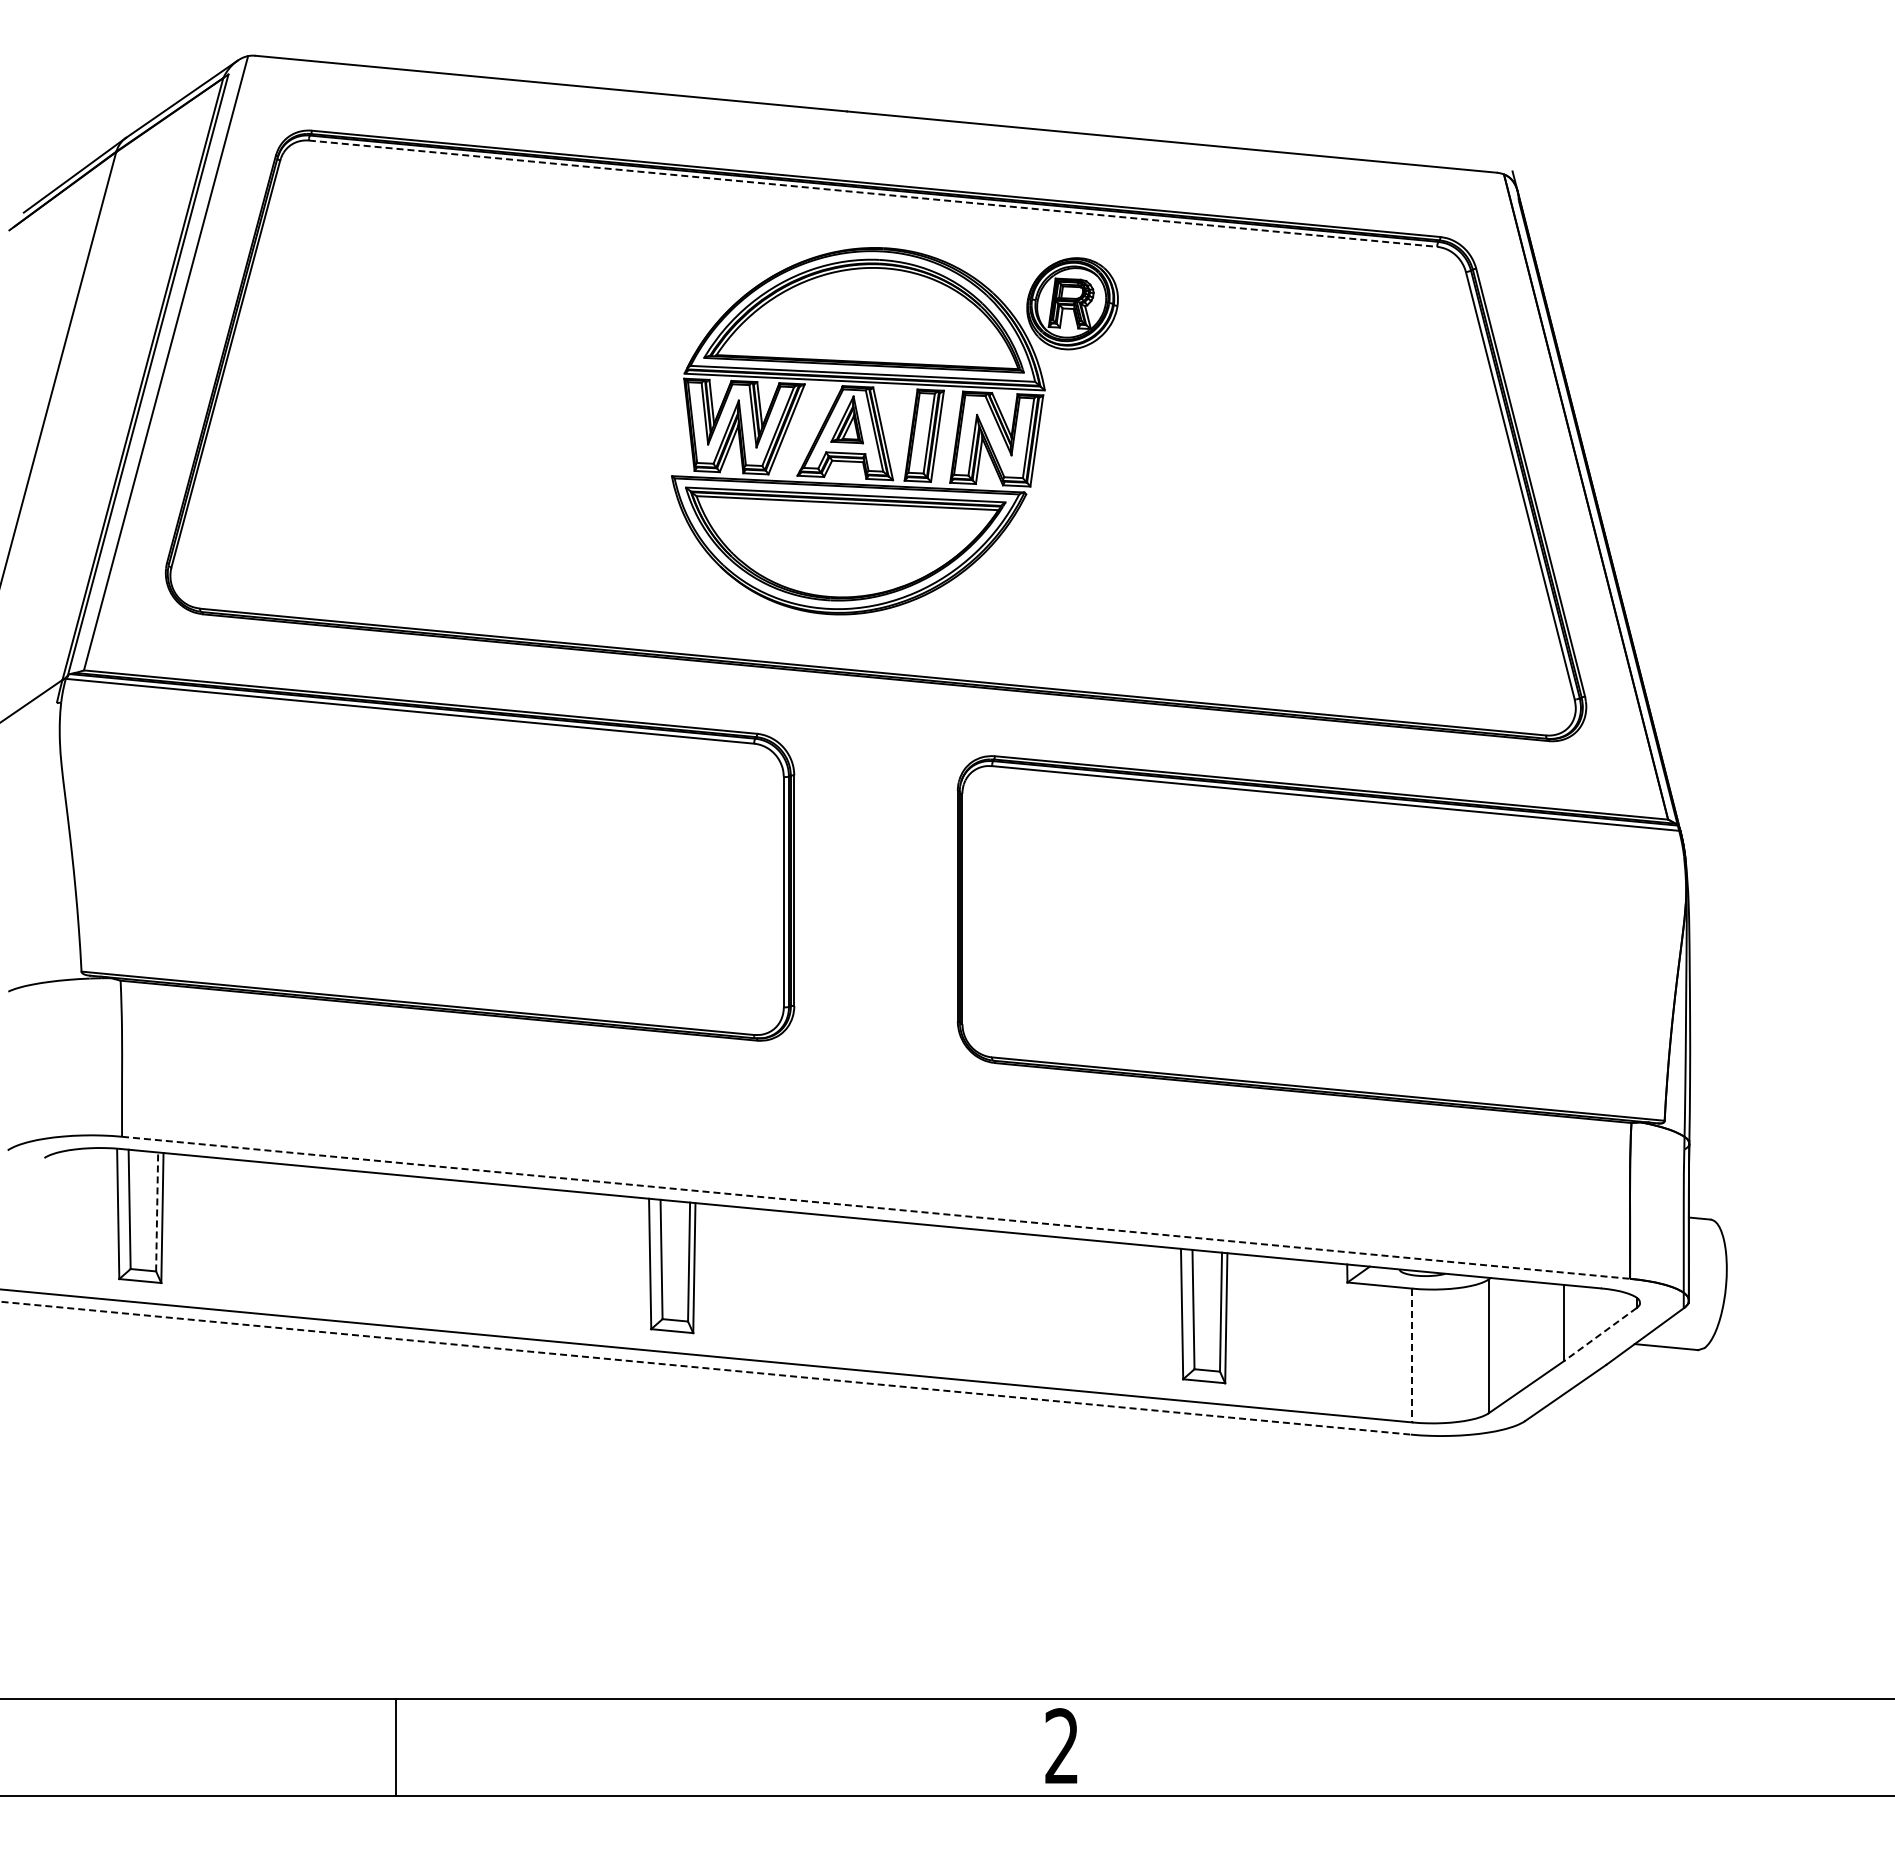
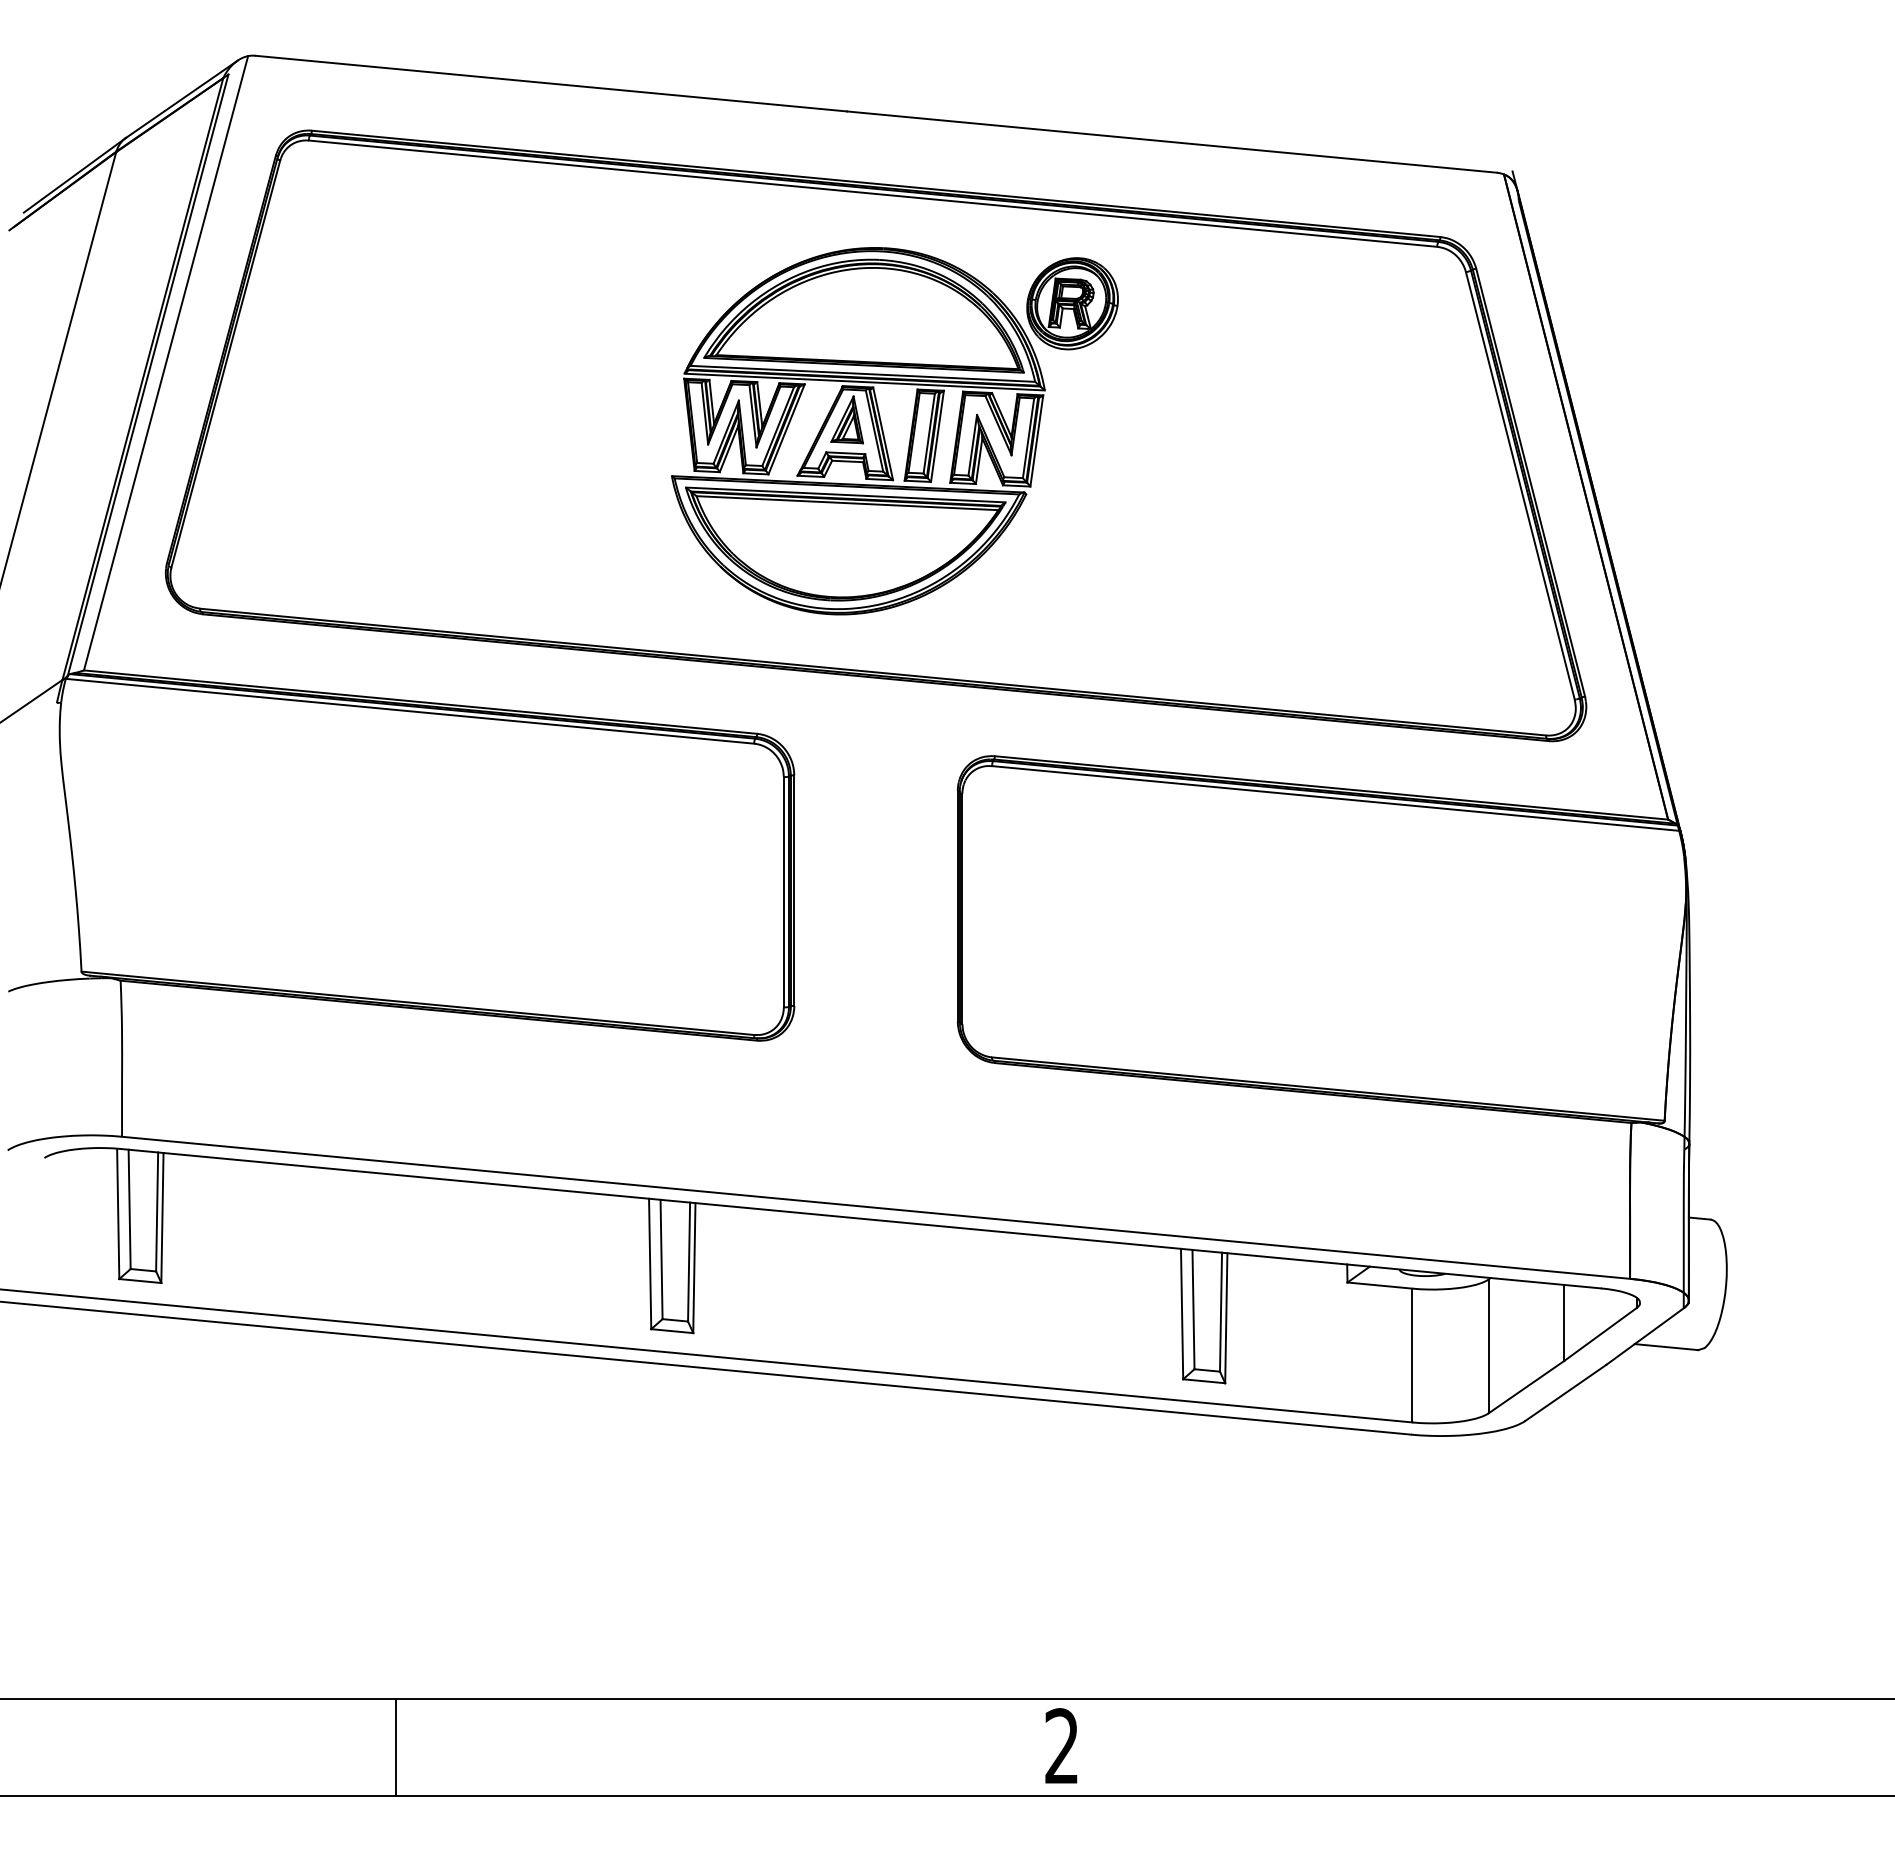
line at (873, 193): dashed -> solid
line at (876, 1207): dashed -> solid
line at (157, 1211): dashed -> solid
line at (1600, 1334): dashed -> solid
line at (1412, 1355): dashed -> solid
line at (706, 1368): dashed -> solid
